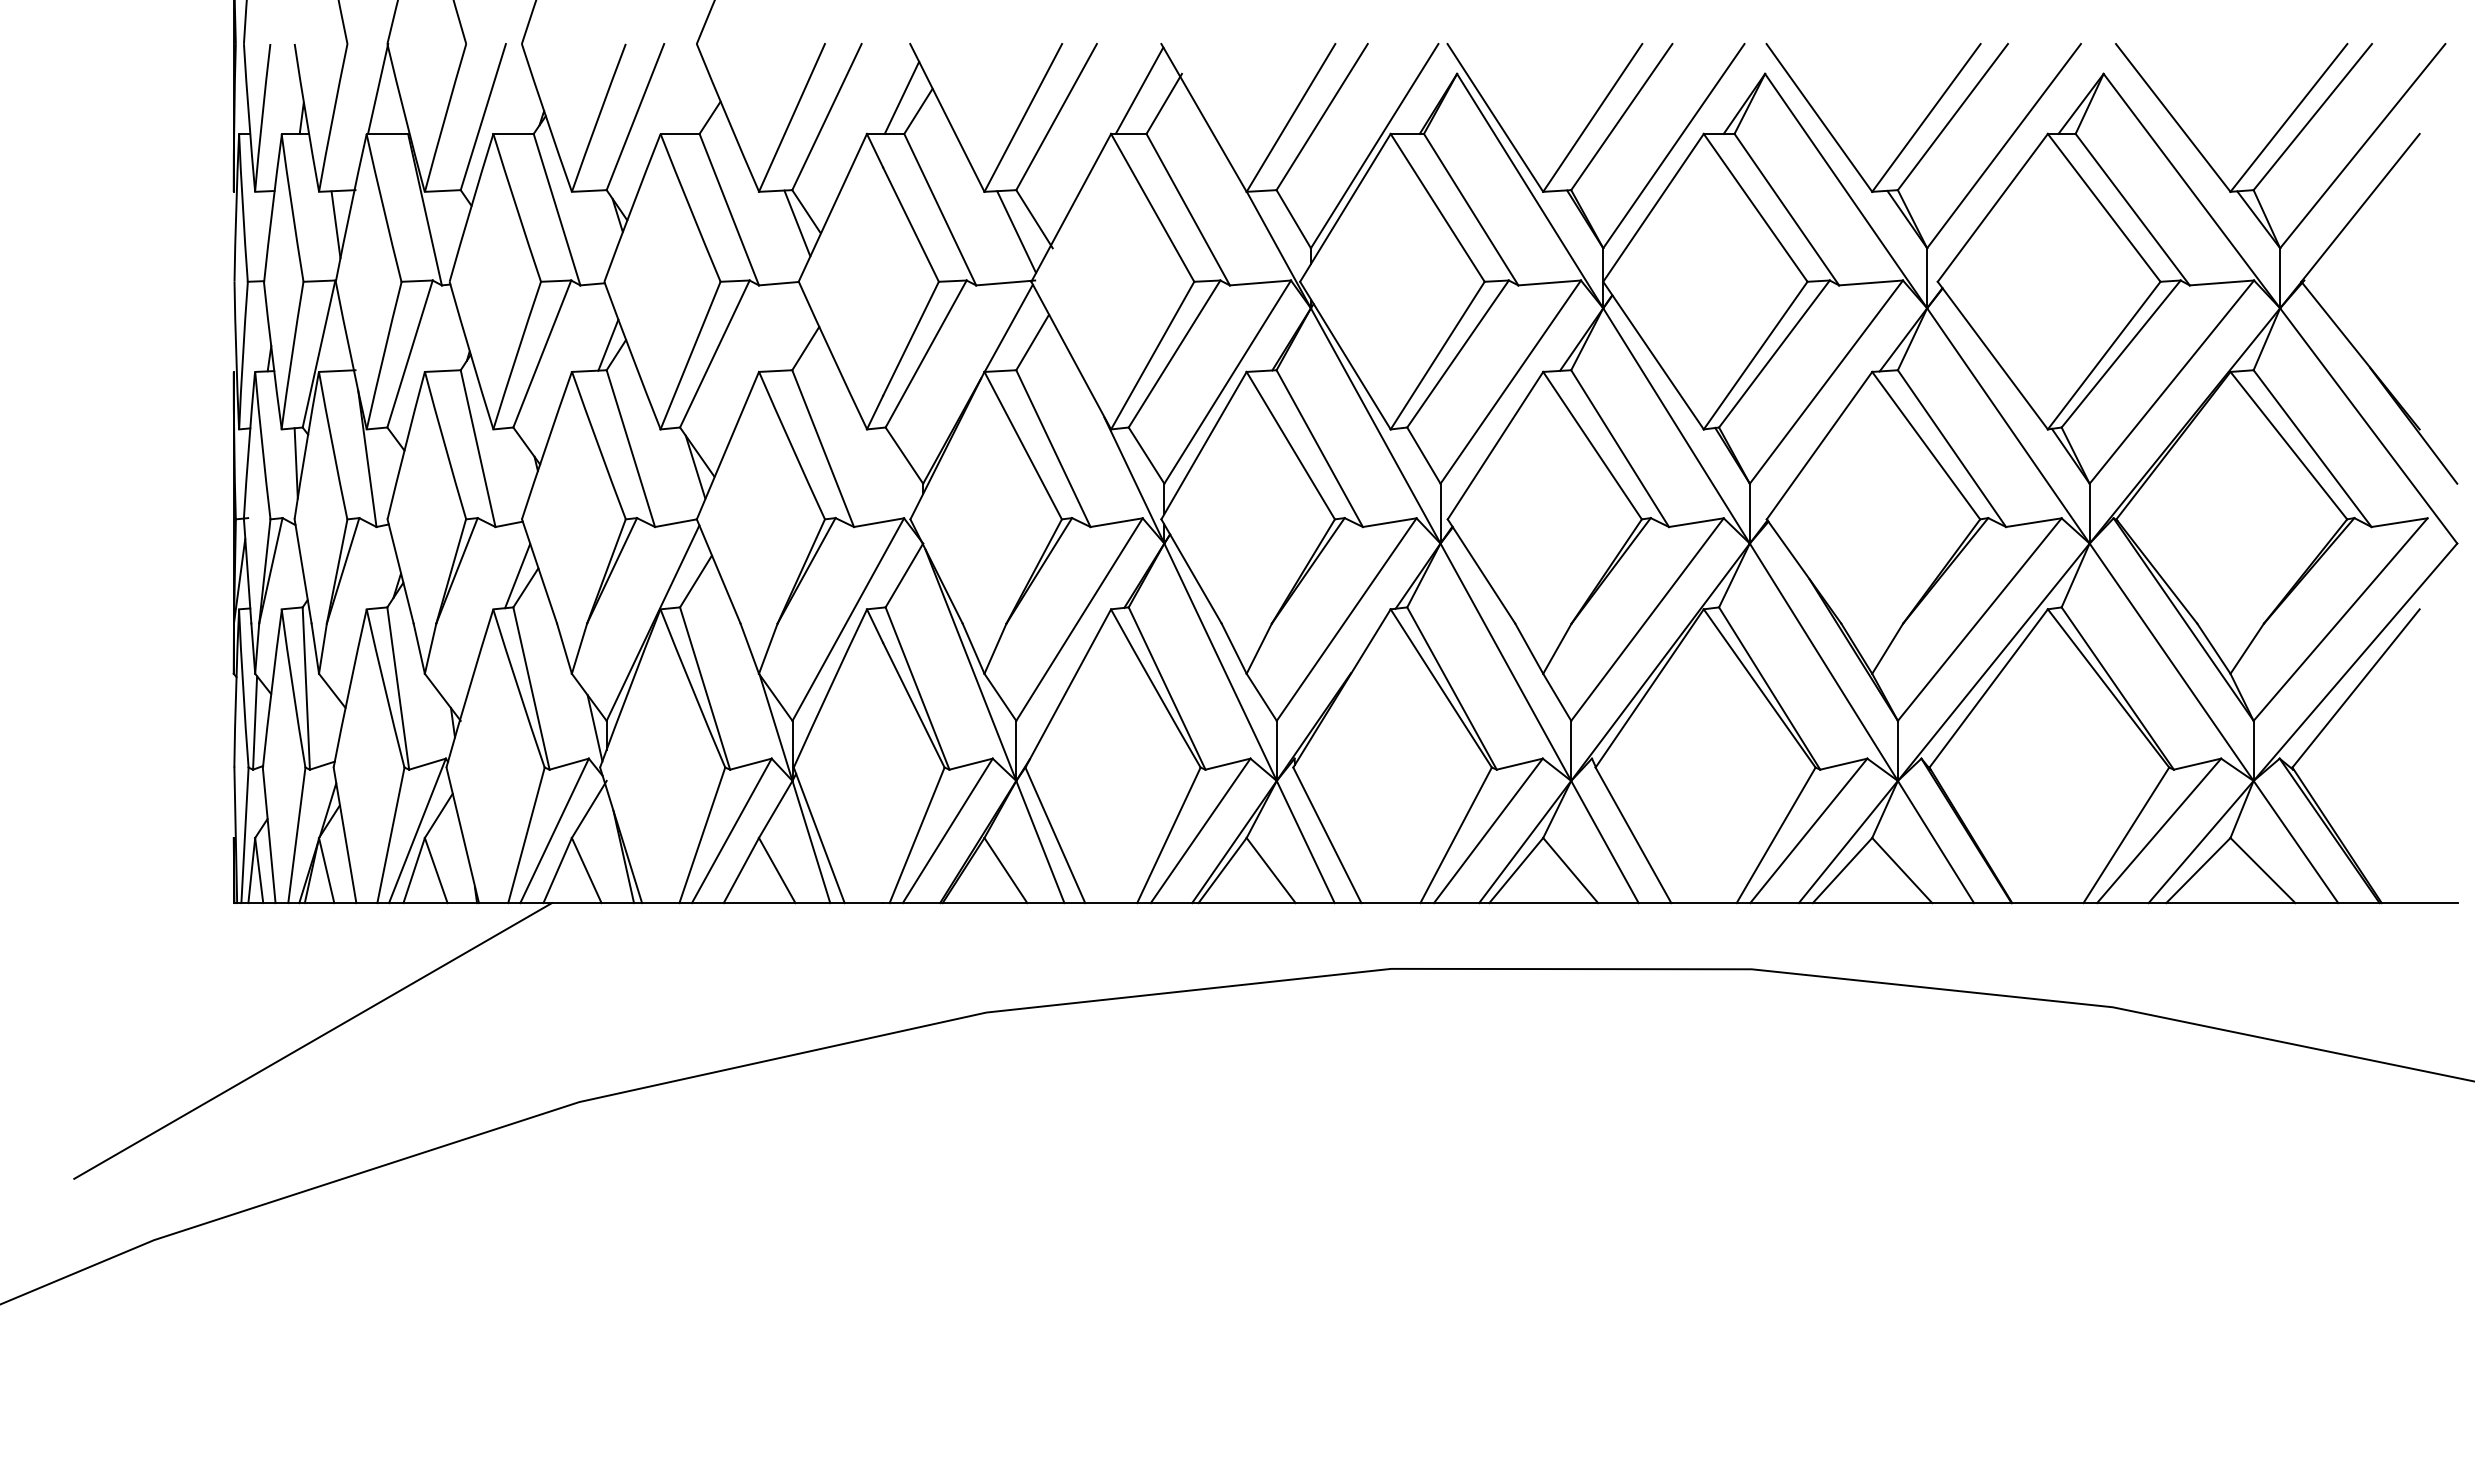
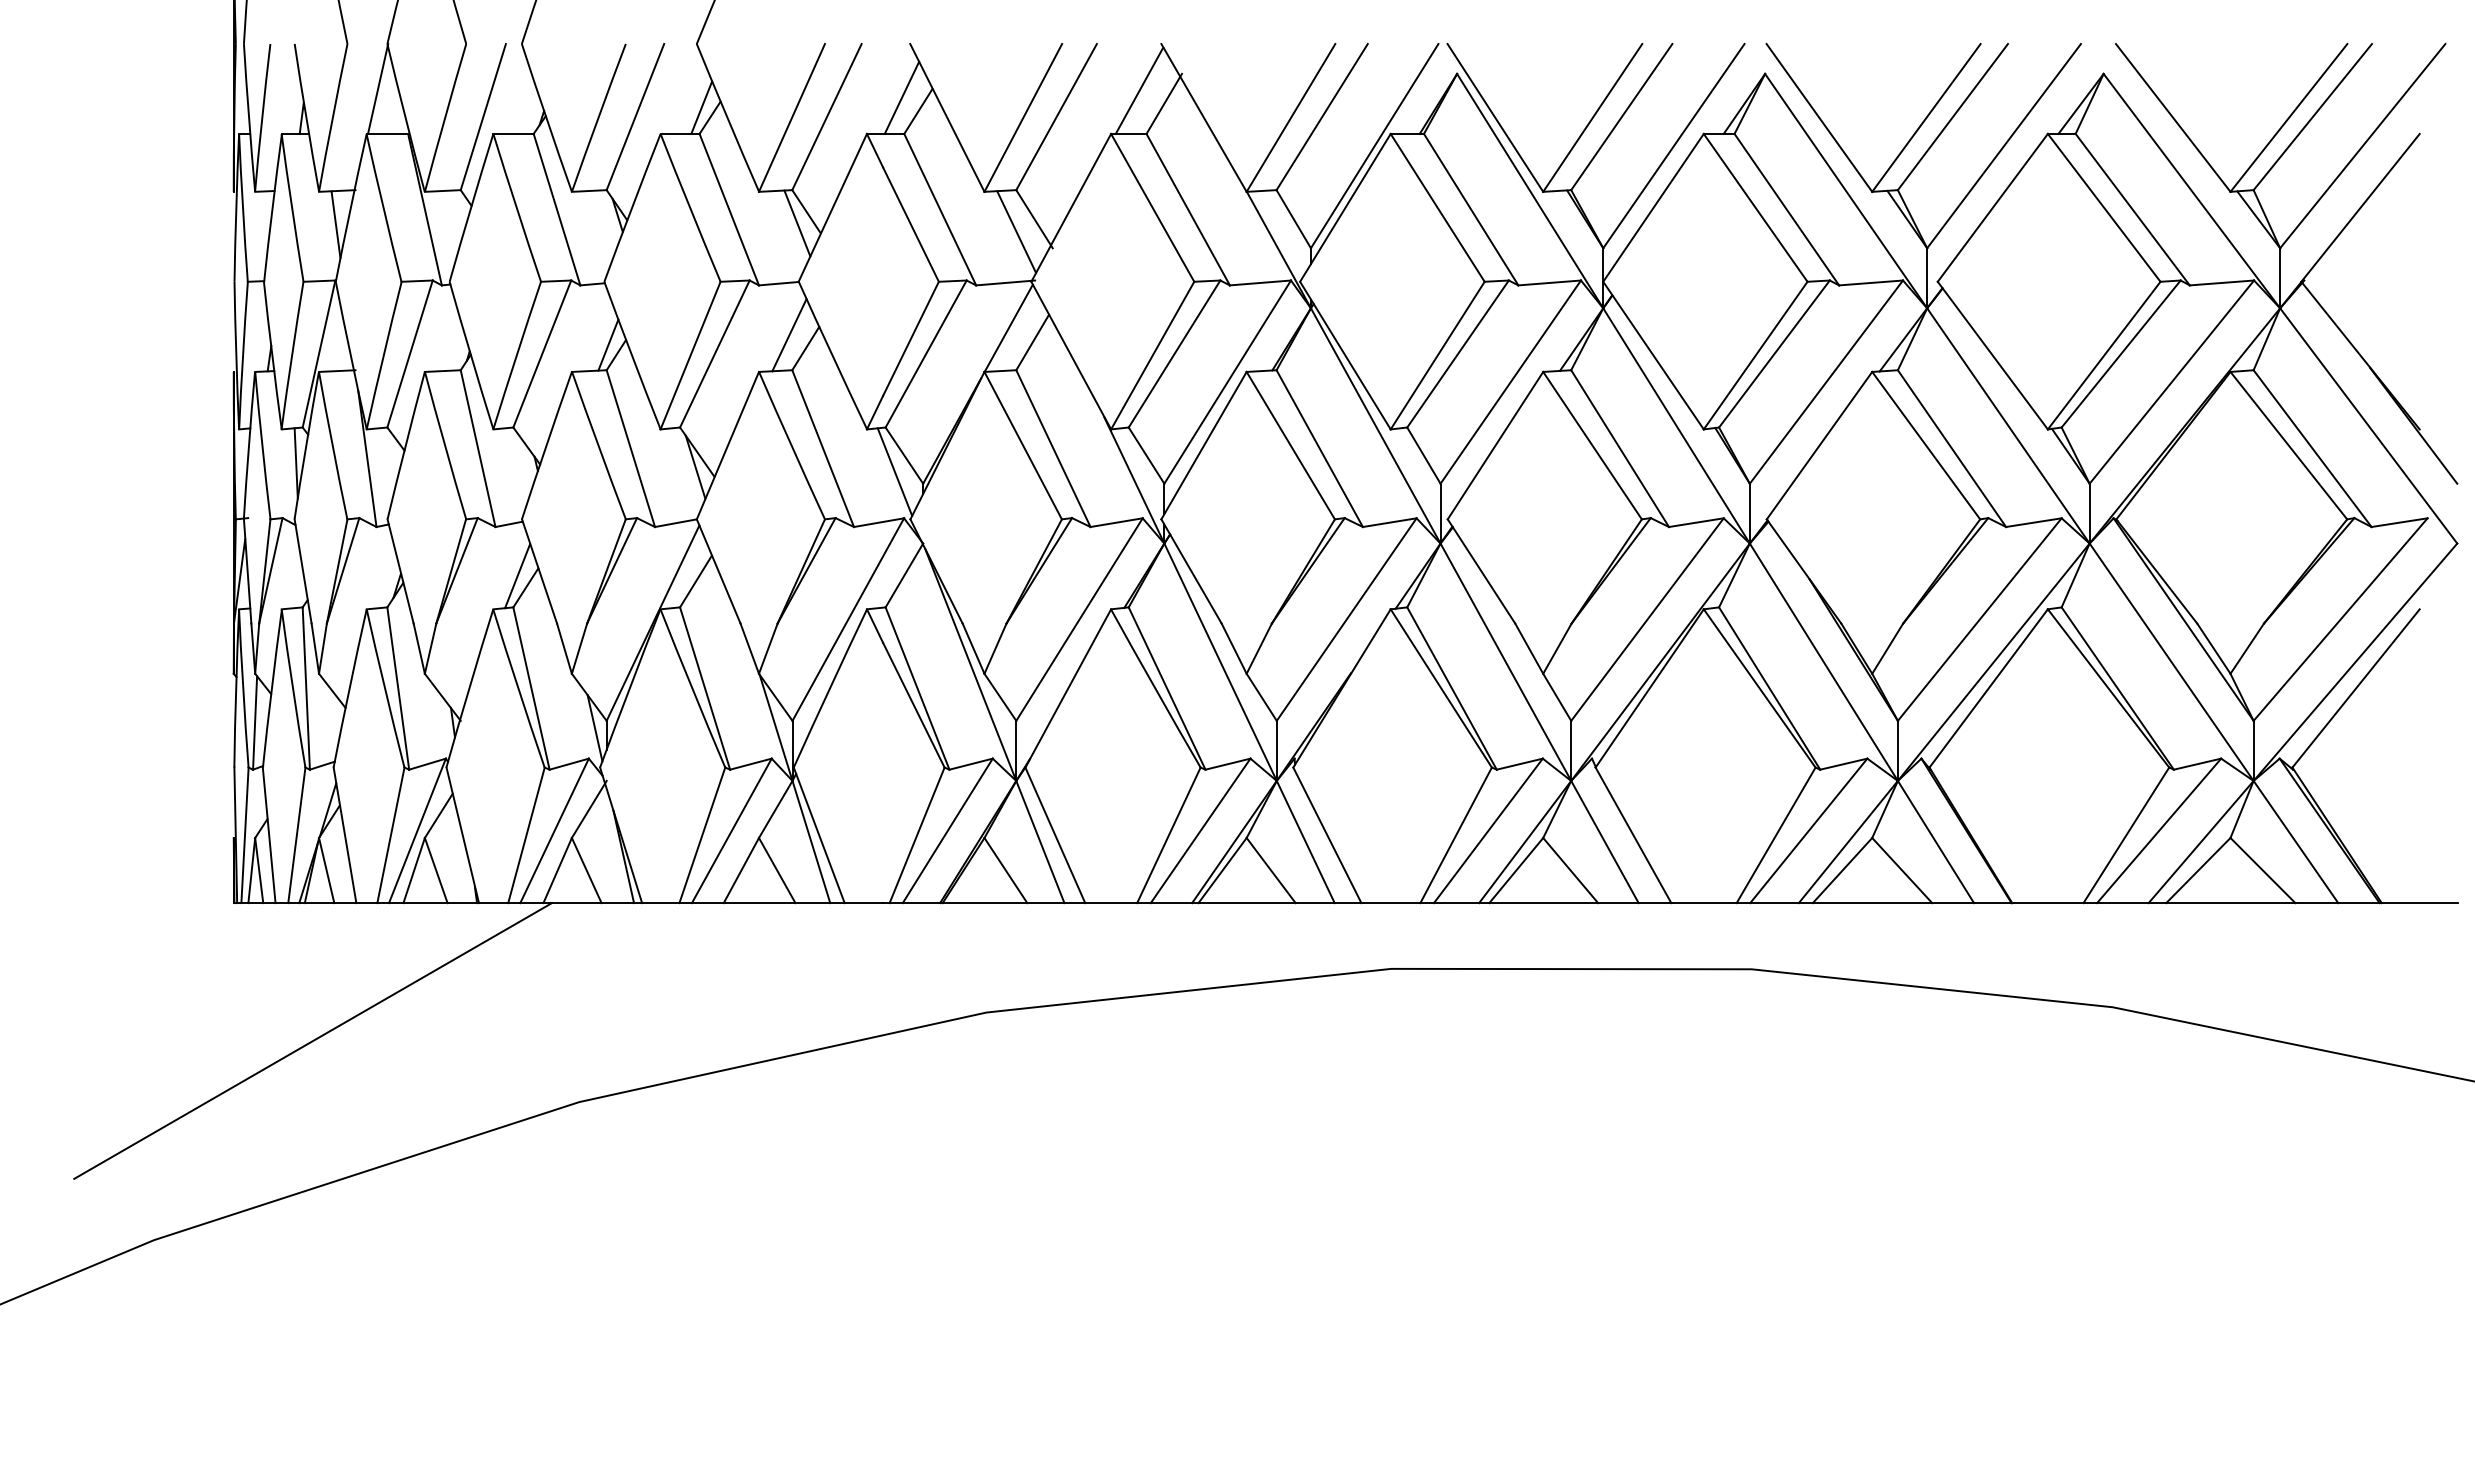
line at (701, 107): none -> present
line at (789, 335): none -> present
line at (894, 471): none -> present
